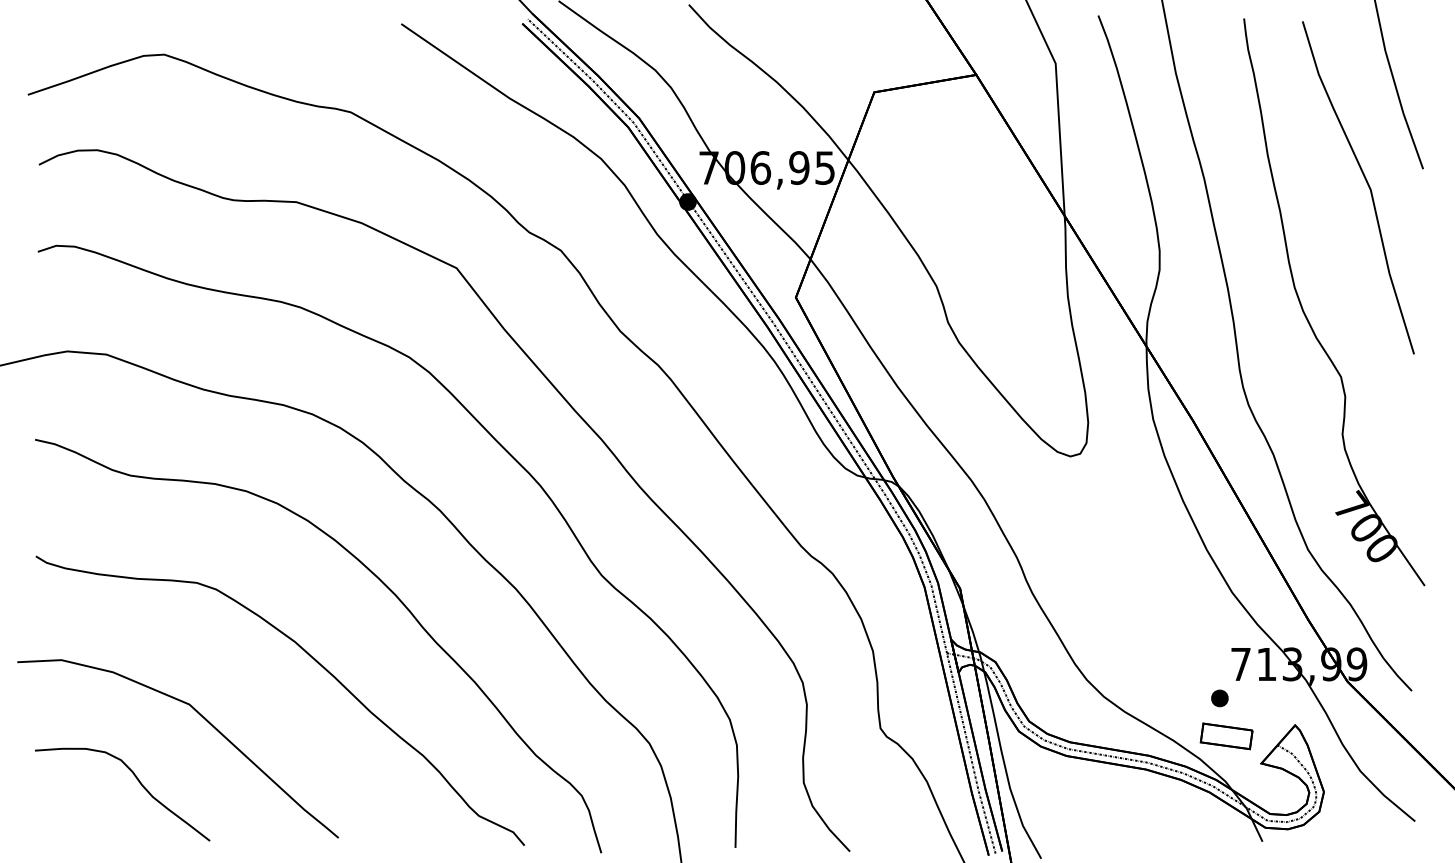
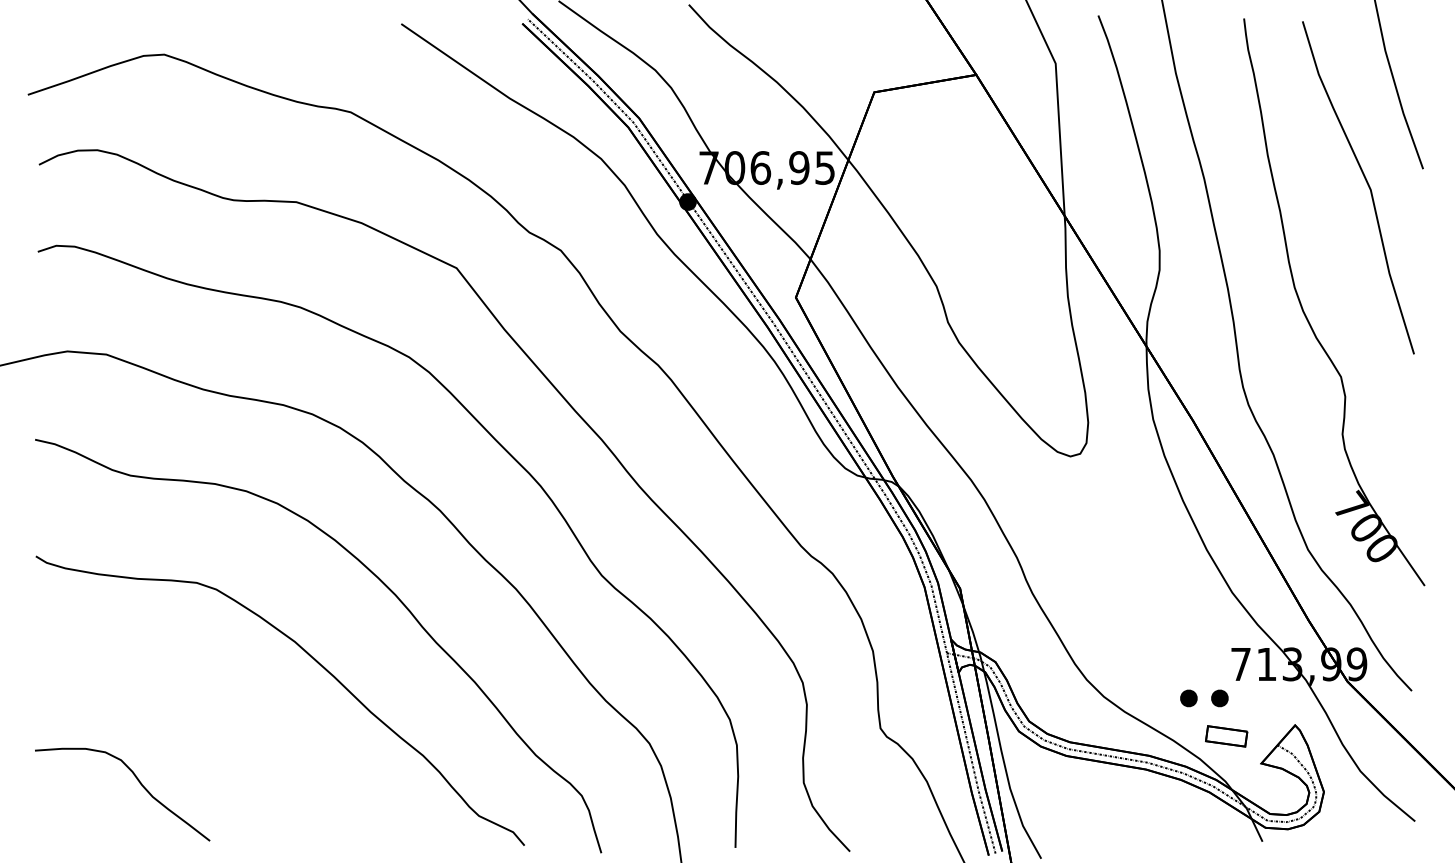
part at (1188, 698): none -> present
part at (205, 720): present -> none
part at (1226, 736) size: 55x29 px -> 44x23 px
